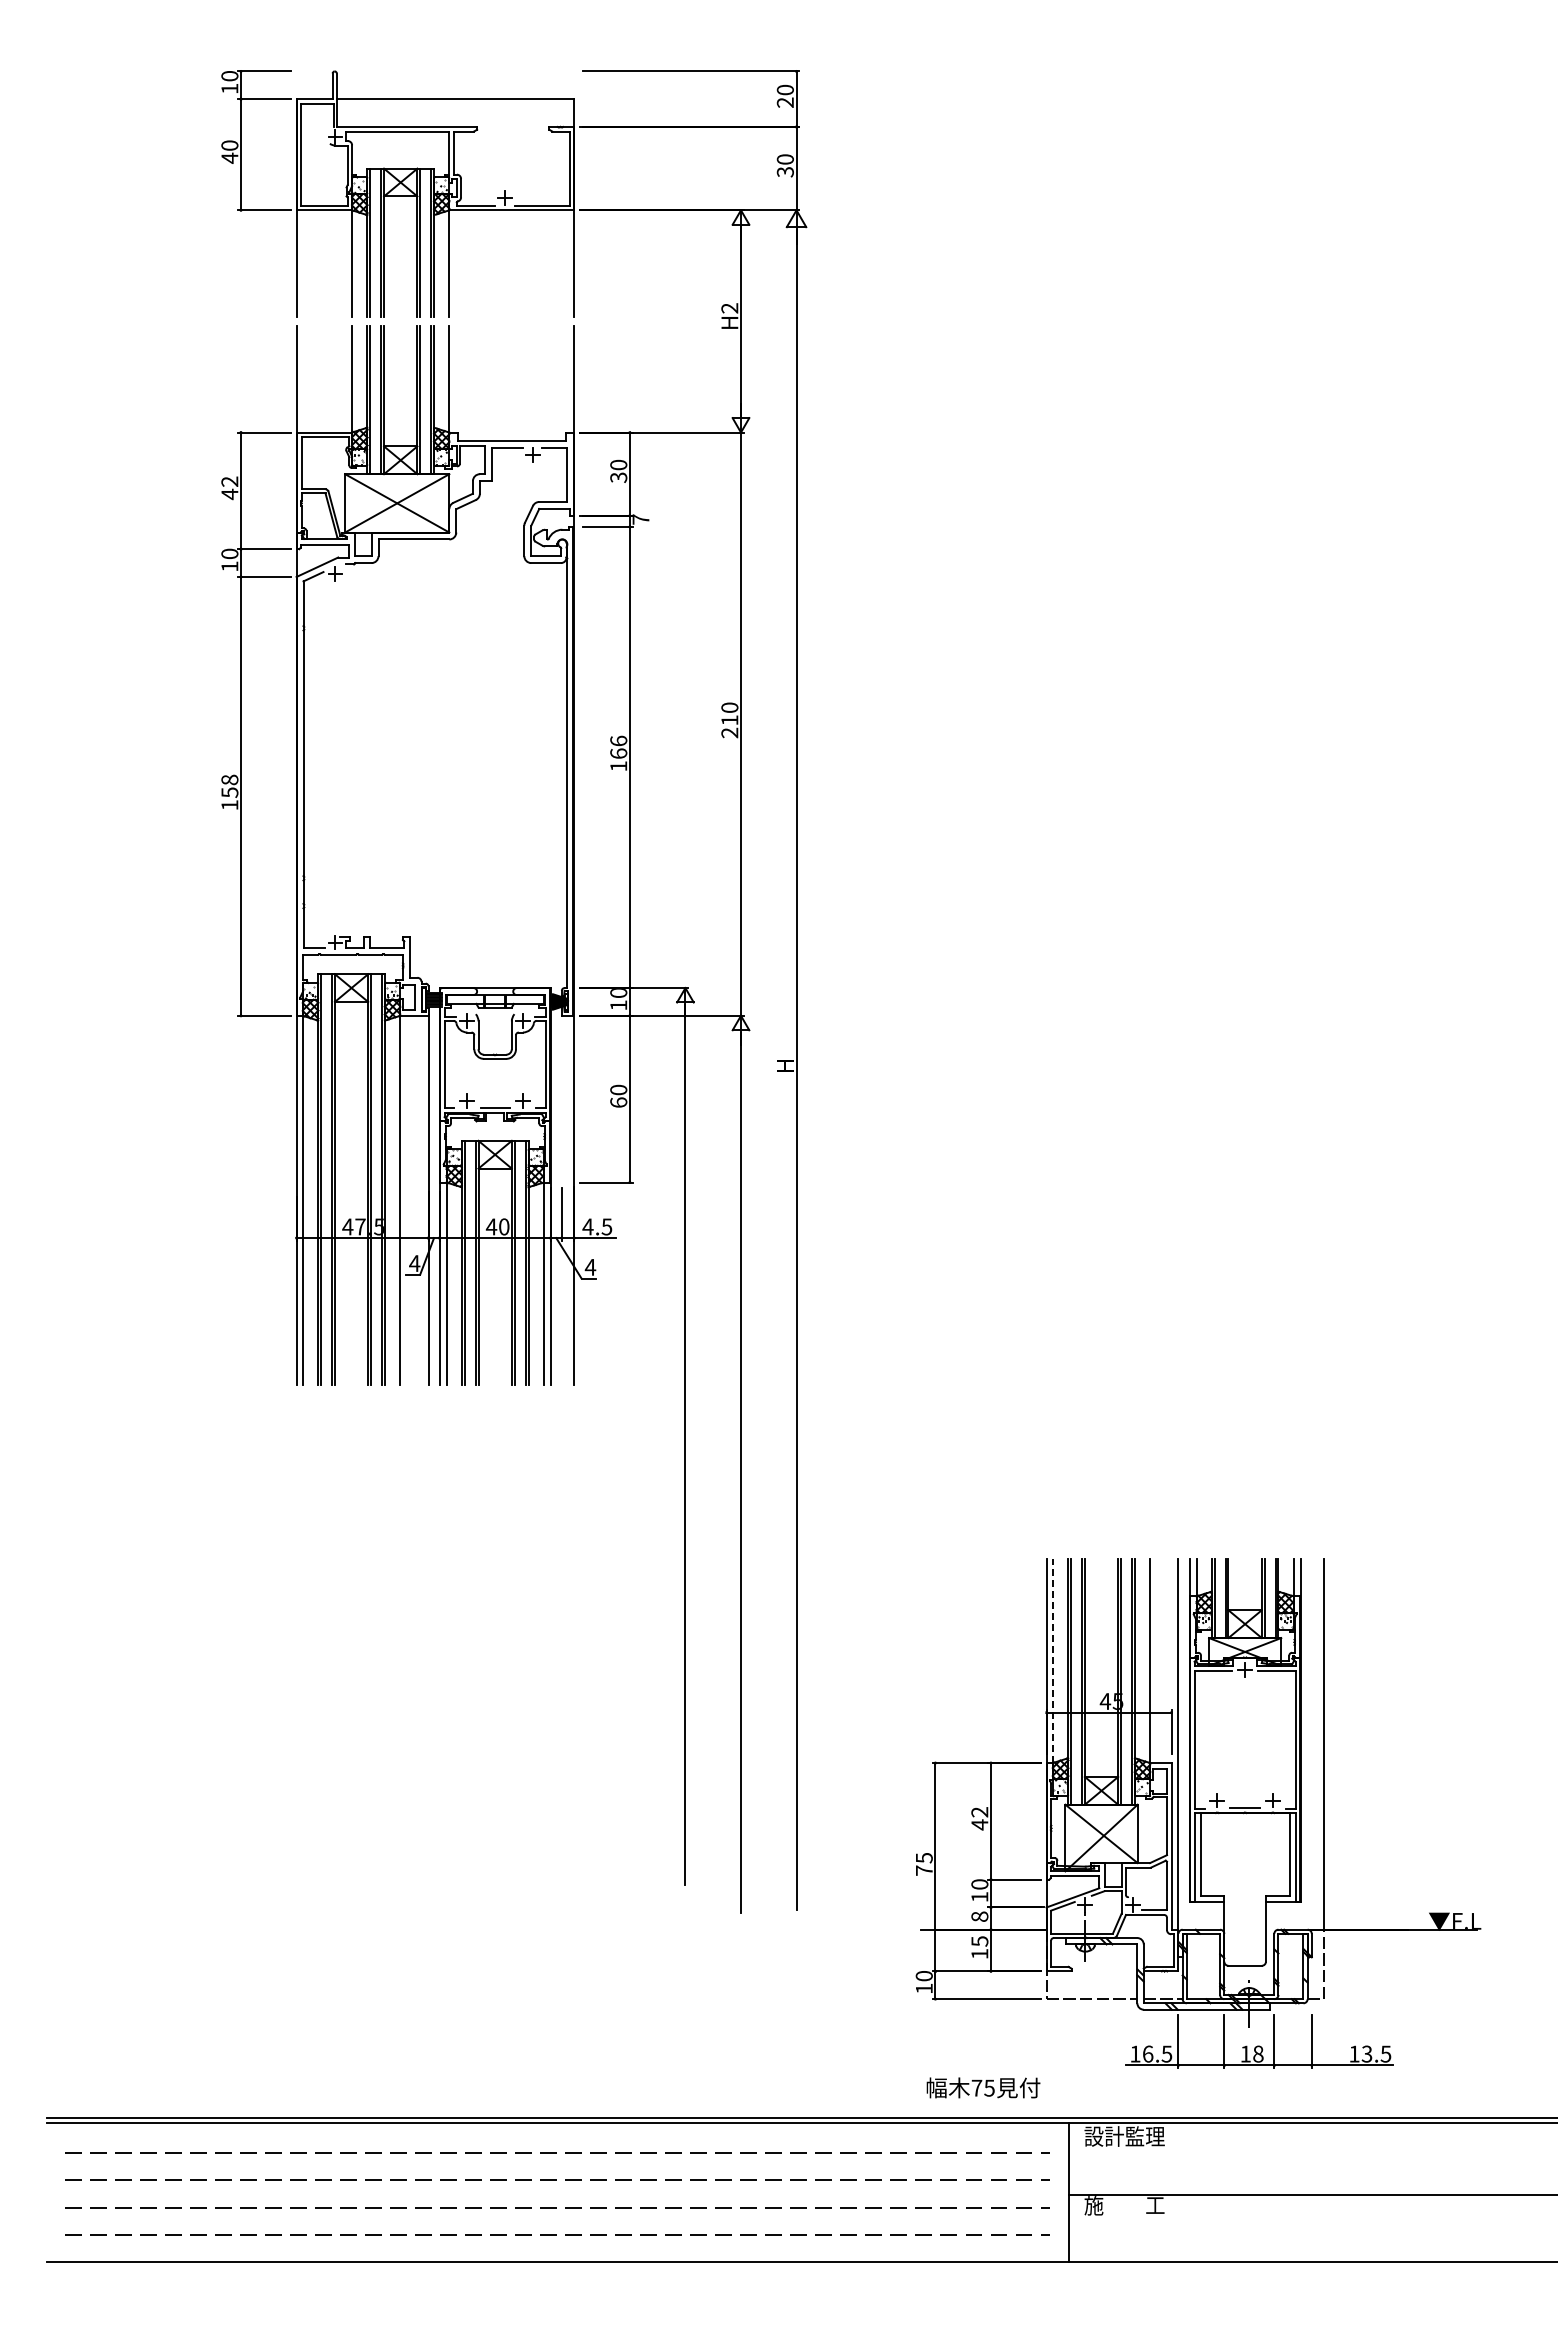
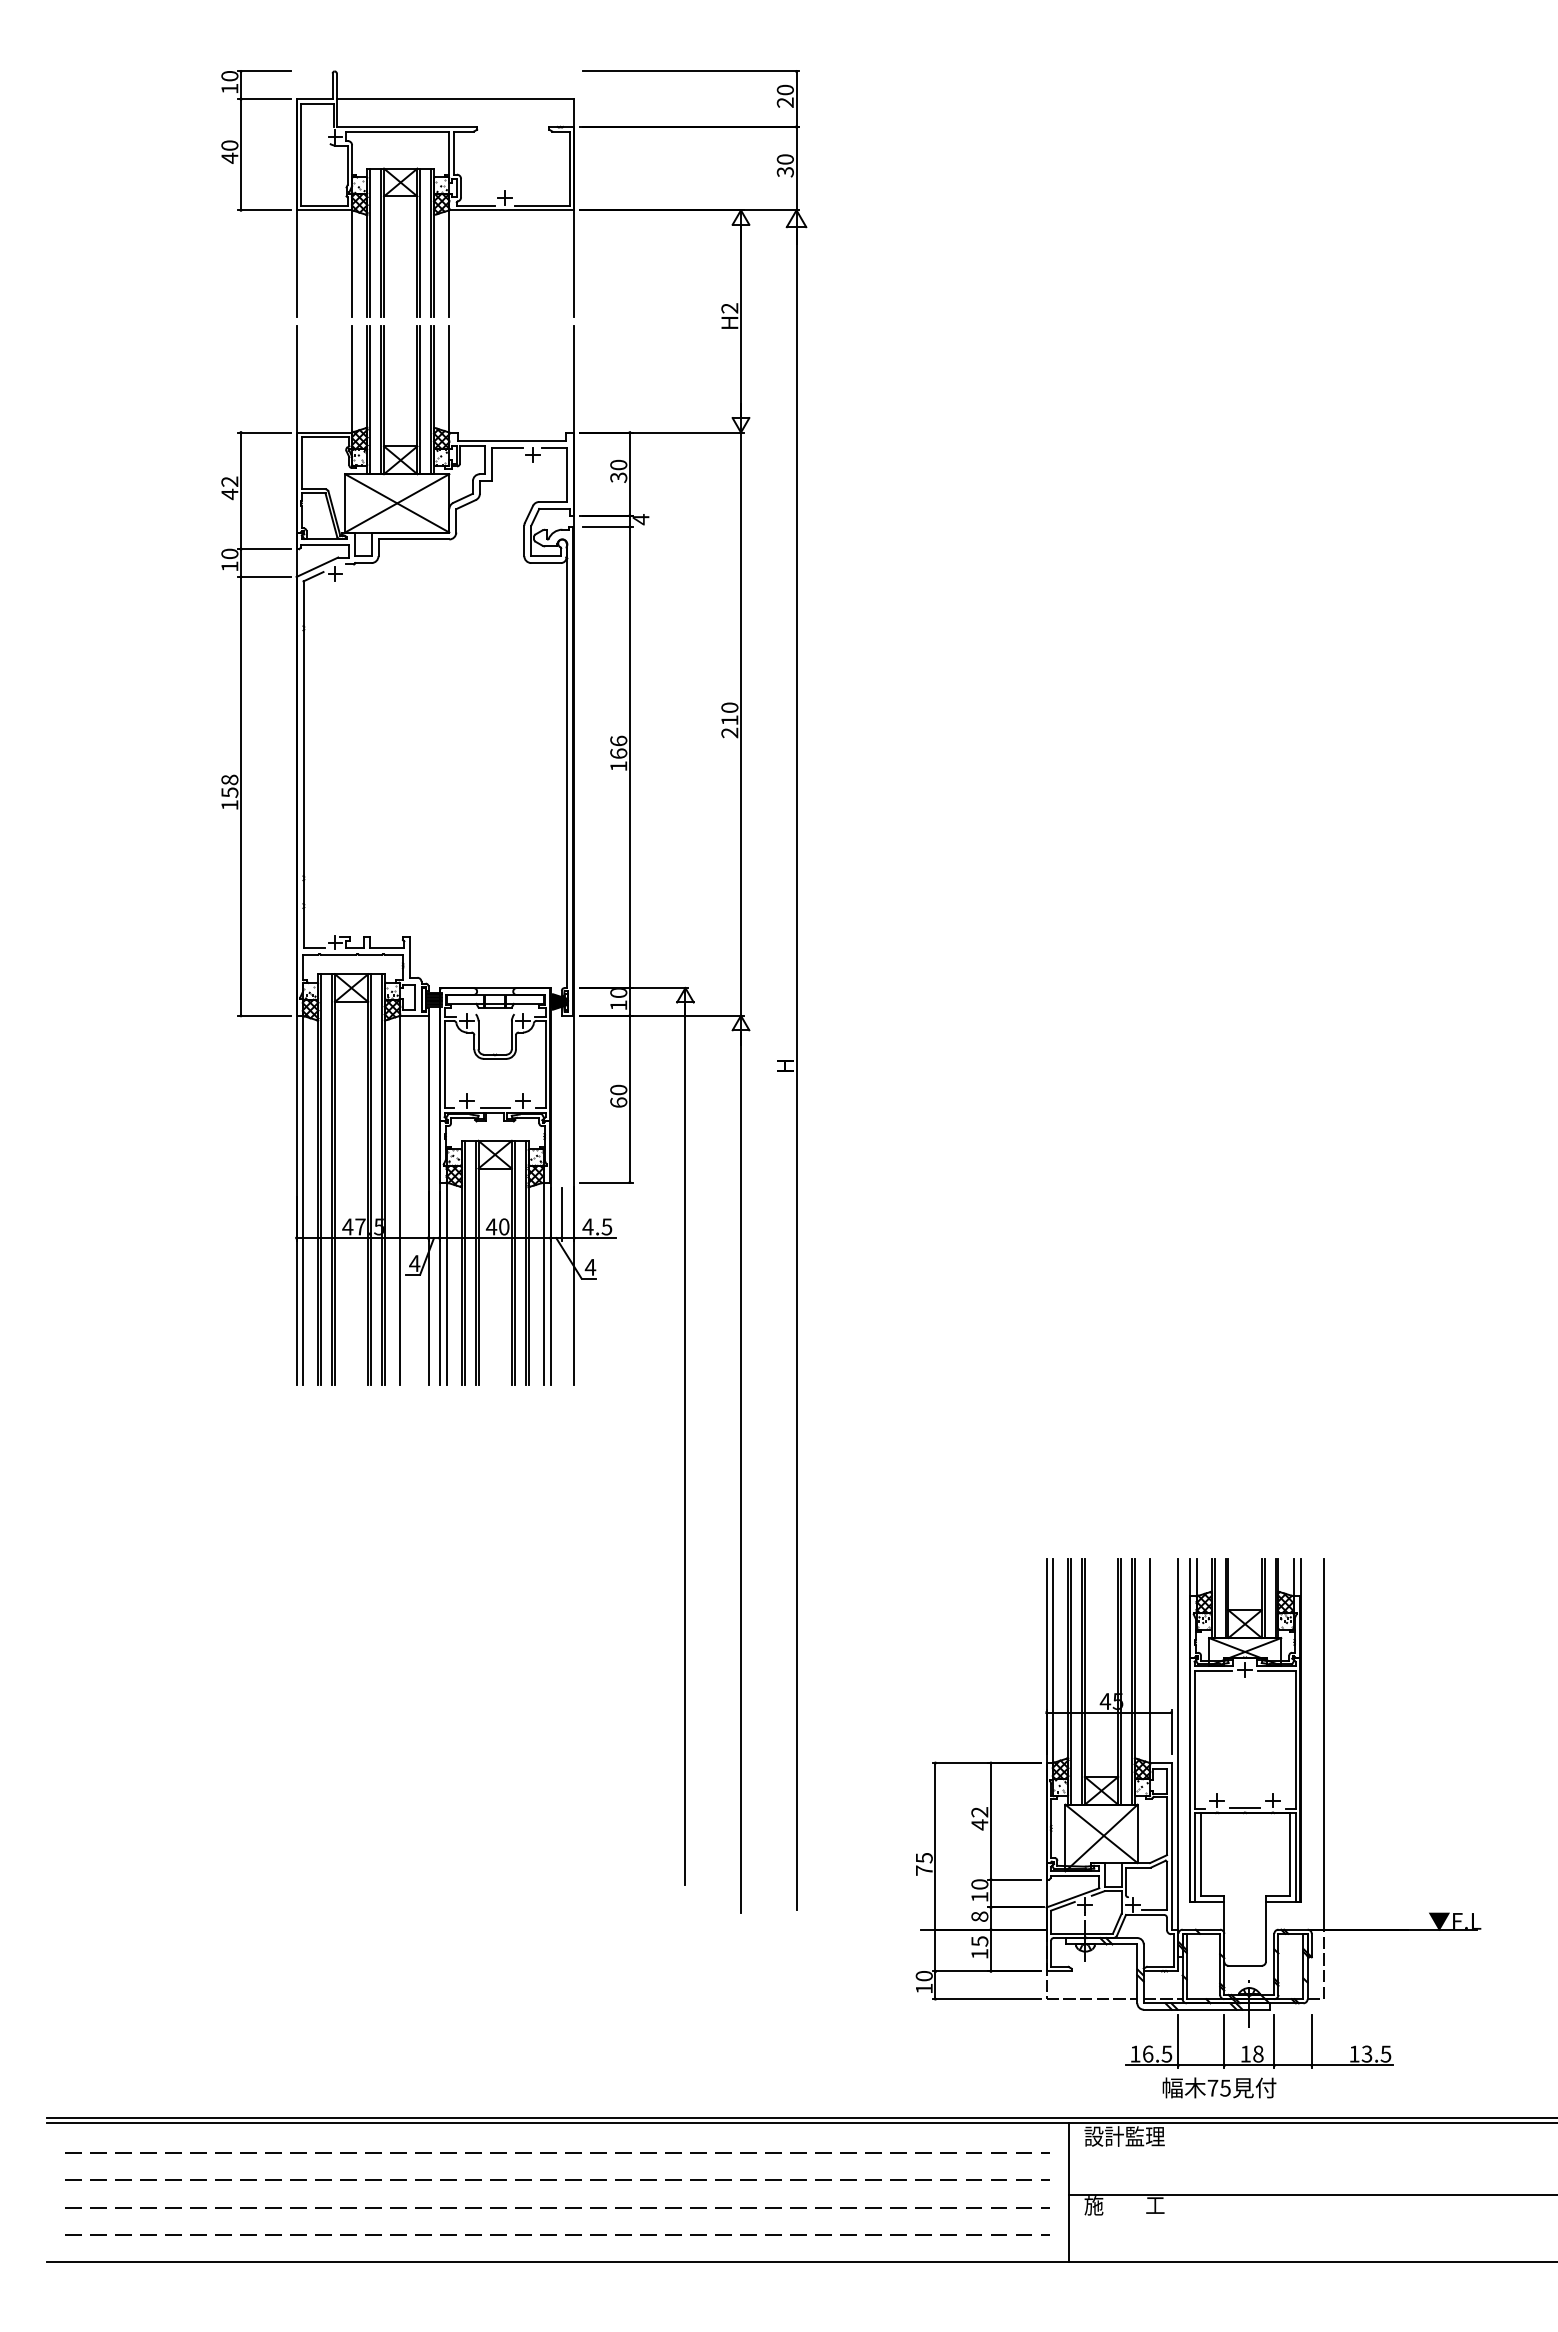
text at (640, 519): 7 -> 4
line at (1052, 1660): dashed -> solid
text at (983, 2087) position: (983, 2087) -> (1219, 2087)
